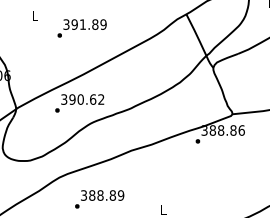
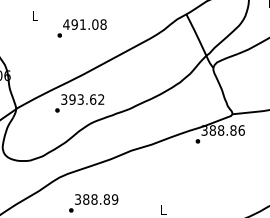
text at (84, 24): 391.89 -> 491.08
text at (80, 99): 390.62 -> 393.62
text at (99, 199) position: (99, 199) -> (93, 203)
